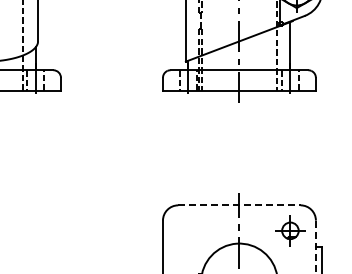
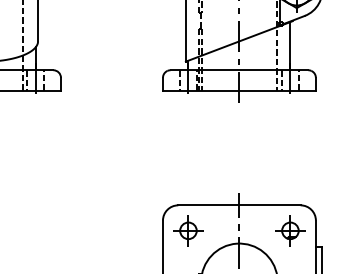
line at (239, 205): dashed -> solid
part at (188, 230): none -> present
line at (315, 247): dashed -> solid
